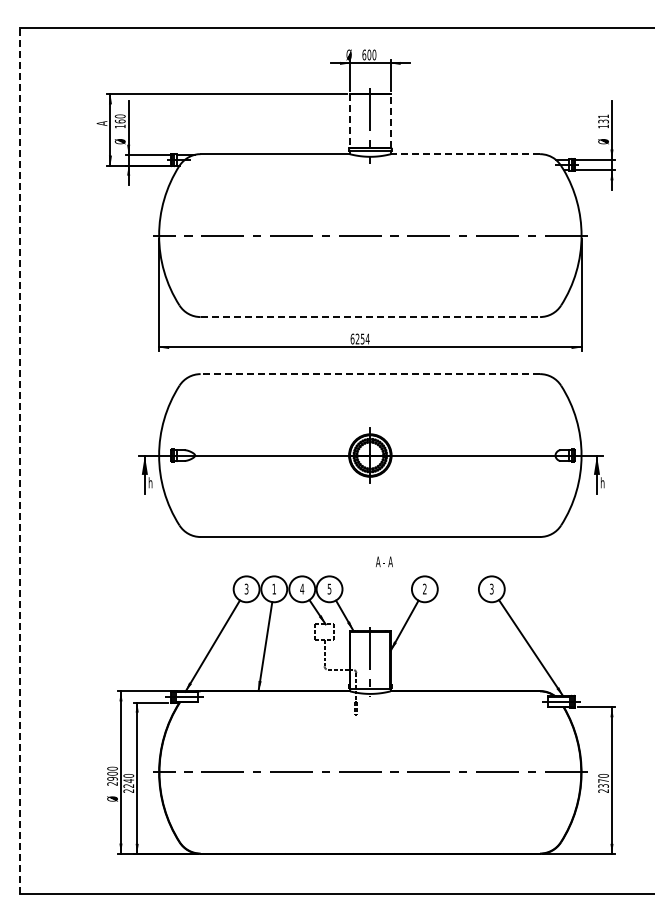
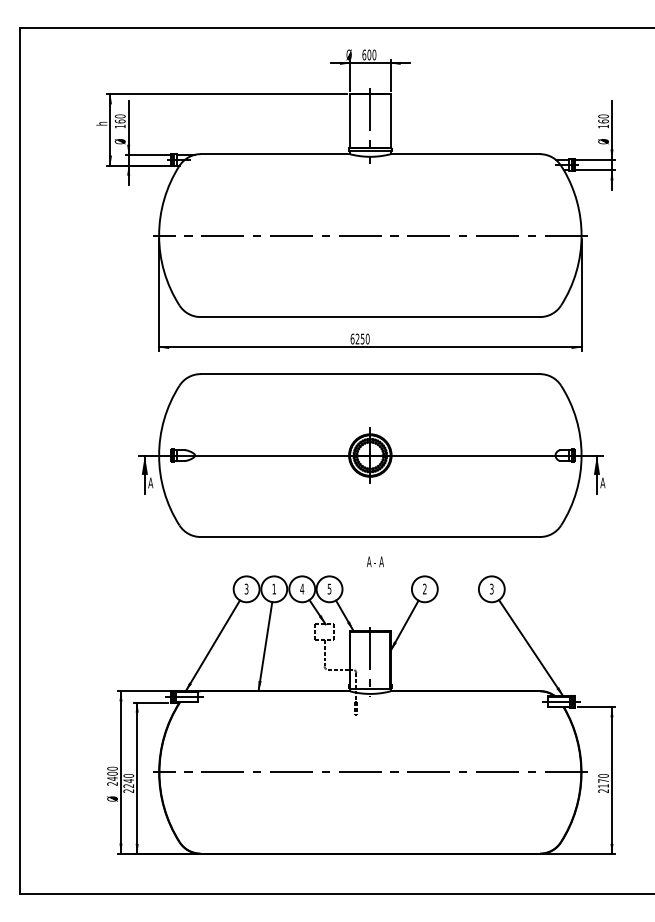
text at (603, 118): 131 -> 160
line at (350, 121): dashed -> solid
line at (390, 121): dashed -> solid
text at (101, 123): A -> h
line at (465, 154): dashed -> solid
line at (370, 317): dashed -> solid
text at (367, 338): 6254 -> 6250
line at (370, 374): dashed -> solid
line at (19, 460): dashed -> solid
text at (150, 482): h -> A
text at (602, 482): h -> A
text at (384, 561) position: (384, 561) -> (375, 561)
text at (112, 778): 2900 -> 2400
text at (603, 785): 2370 -> 2170
